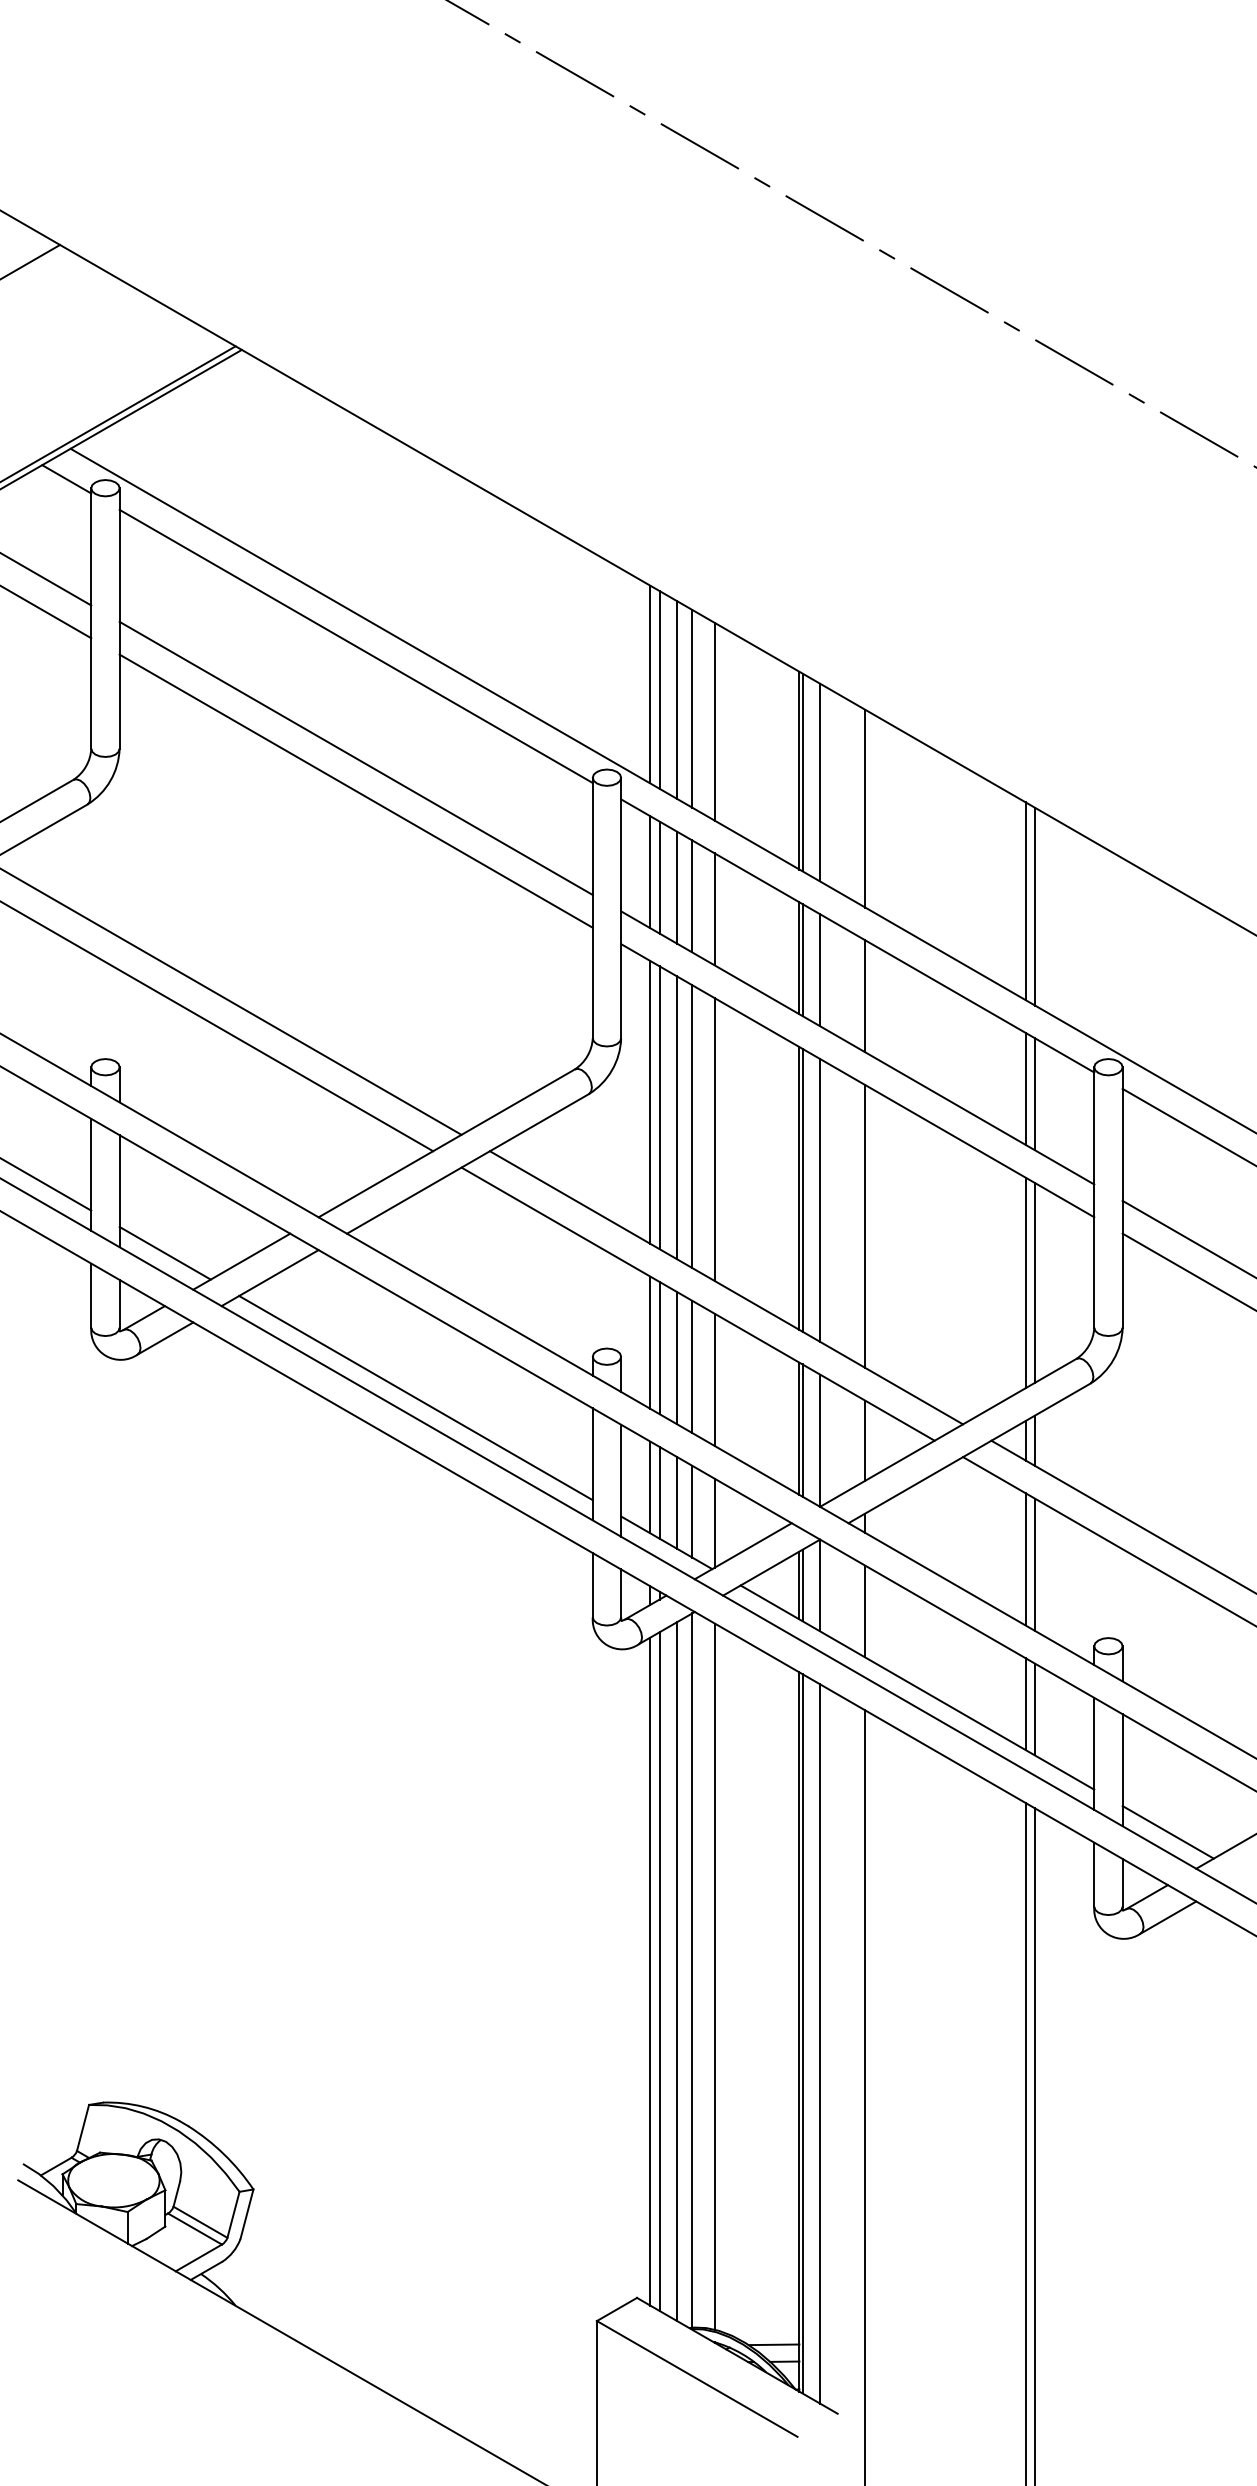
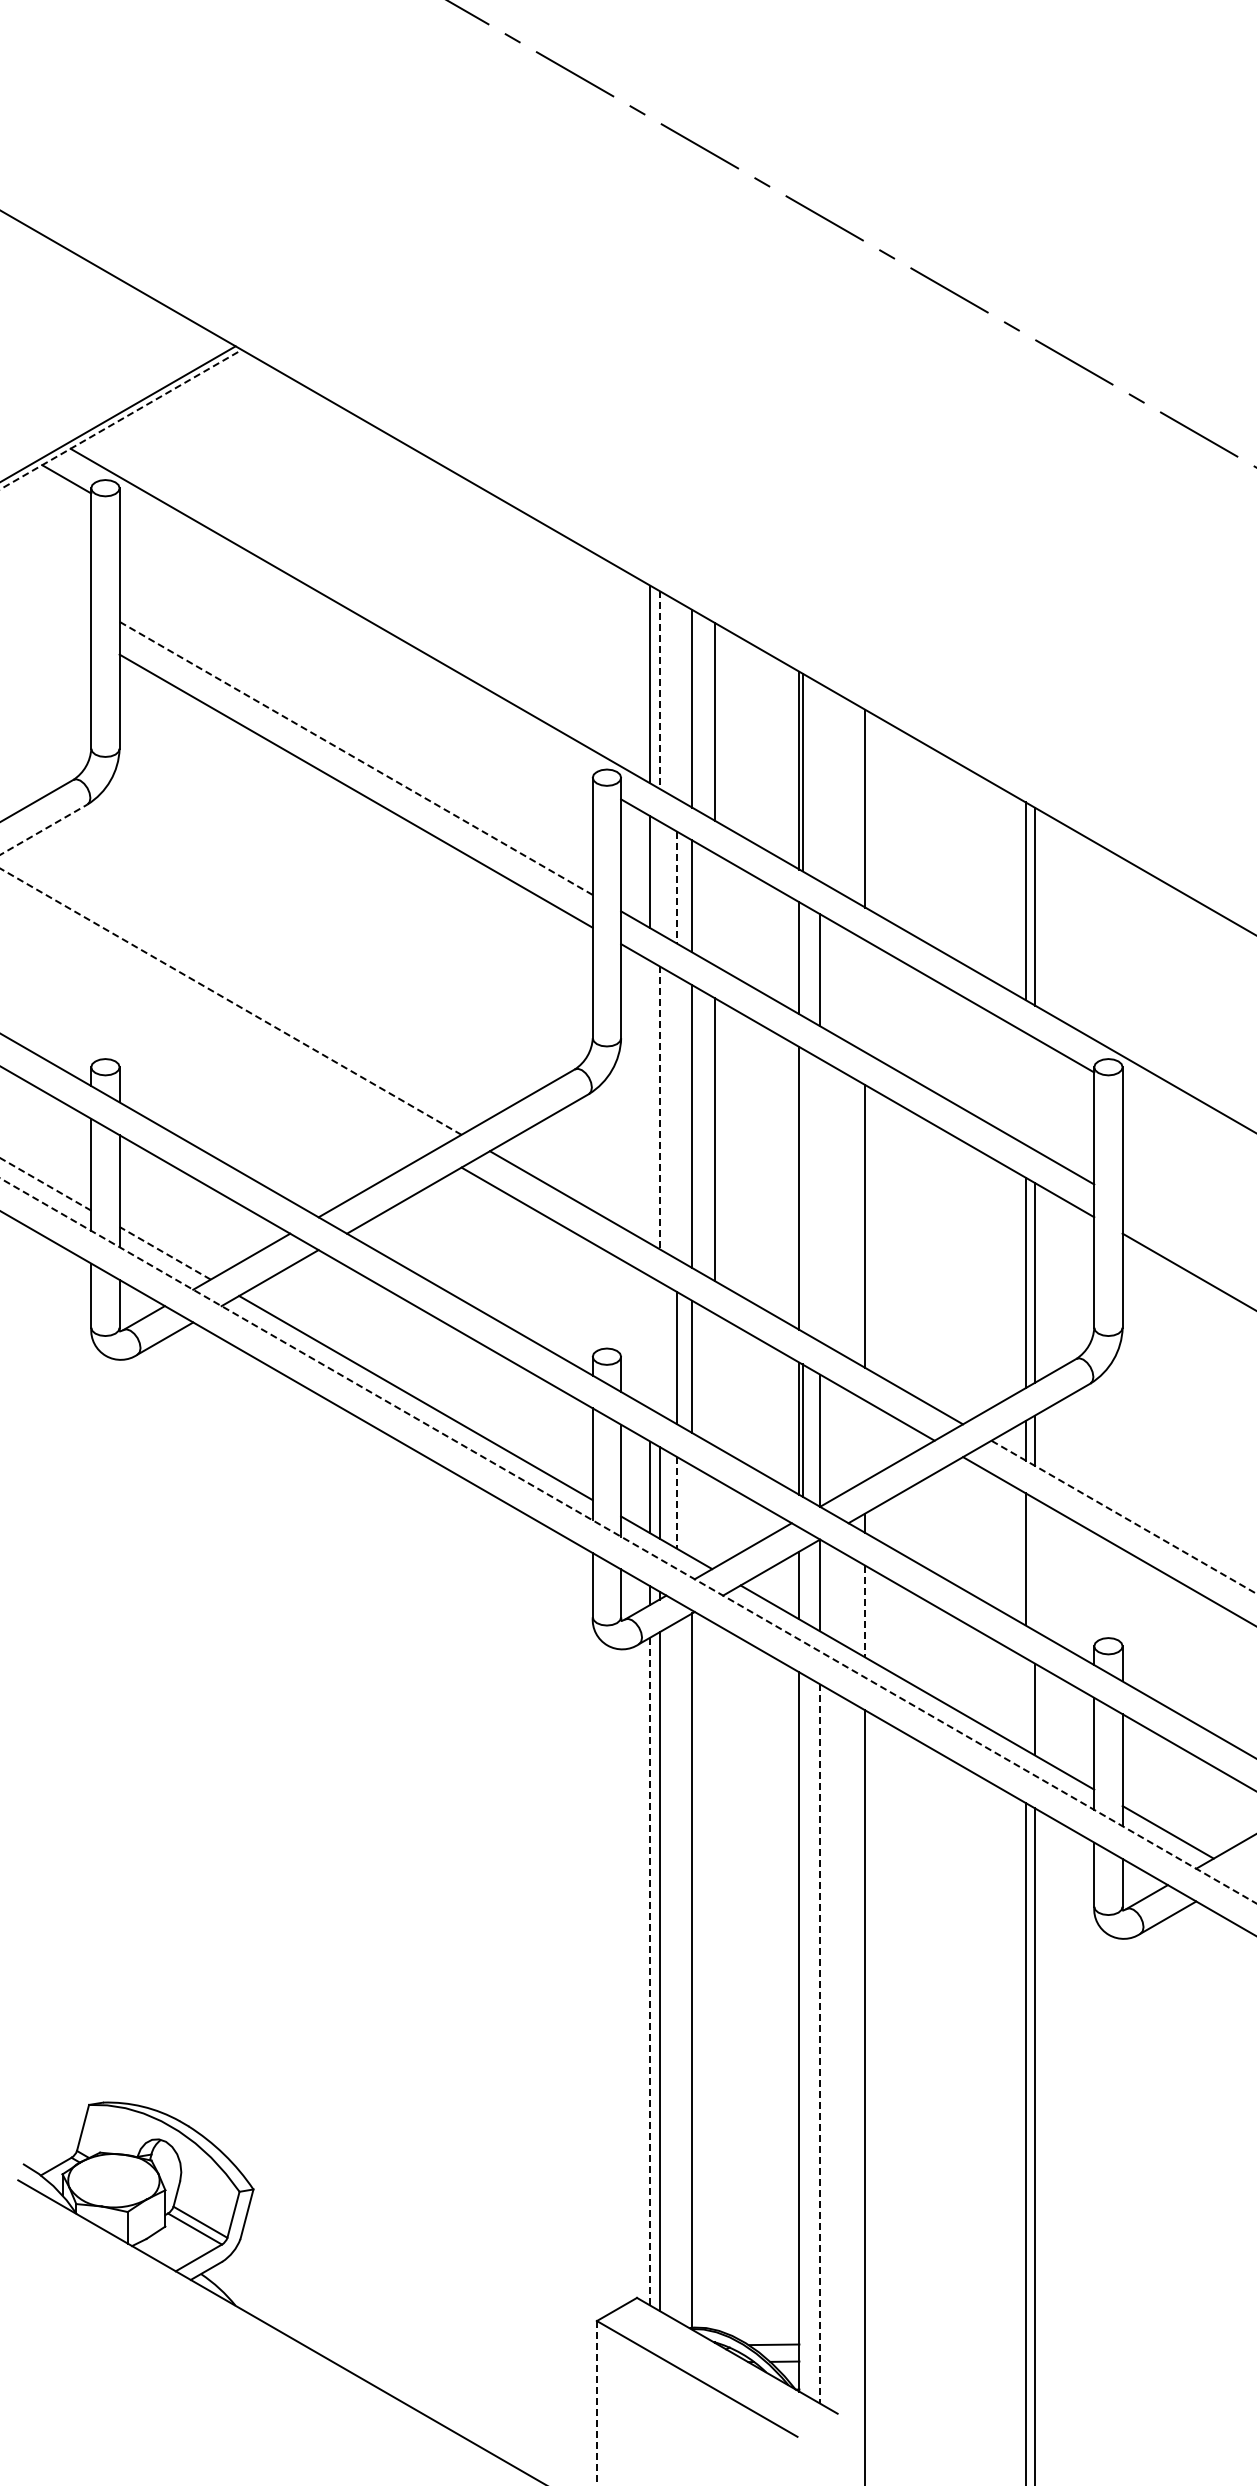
line at (31, 261): present -> none
line at (121, 419): solid -> dashed
line at (46, 579): present -> none
line at (46, 612): present -> none
line at (355, 646): present -> none
line at (659, 689): solid -> dashed
line at (677, 699): present -> none
line at (355, 758): solid -> dashed
line at (820, 782): present -> none
line at (44, 829): solid -> dashed
line at (659, 877): present -> none
line at (677, 887): solid -> dashed
line at (714, 909): present -> none
line at (802, 960): present -> none
line at (865, 996): present -> none
line at (230, 1001): solid -> dashed
line at (217, 1026): present -> none
line at (1025, 1088): present -> none
line at (1035, 1094): present -> none
line at (650, 1101): present -> none
line at (659, 1108): solid -> dashed
line at (677, 1117): present -> none
line at (1187, 1126): present -> none
line at (45, 1184): solid -> dashed
line at (802, 1189): present -> none
line at (820, 1200): present -> none
line at (1187, 1238): present -> none
line at (165, 1253): solid -> dashed
line at (650, 1342): present -> none
line at (659, 1347): present -> none
line at (714, 1379): present -> none
line at (865, 1440): present -> none
line at (677, 1502): solid -> dashed
line at (692, 1511): present -> none
line at (1123, 1517): solid -> dashed
line at (714, 1522): present -> none
line at (627, 1540): solid -> dashed
line at (1035, 1564): present -> none
line at (802, 1585): present -> none
line at (865, 1611): solid -> dashed
line at (1025, 1704): present -> none
line at (650, 1971): solid -> dashed
line at (677, 1971): present -> none
line at (714, 1976): present -> none
line at (802, 2033): present -> none
line at (820, 2043): solid -> dashed
line at (596, 2404): solid -> dashed
